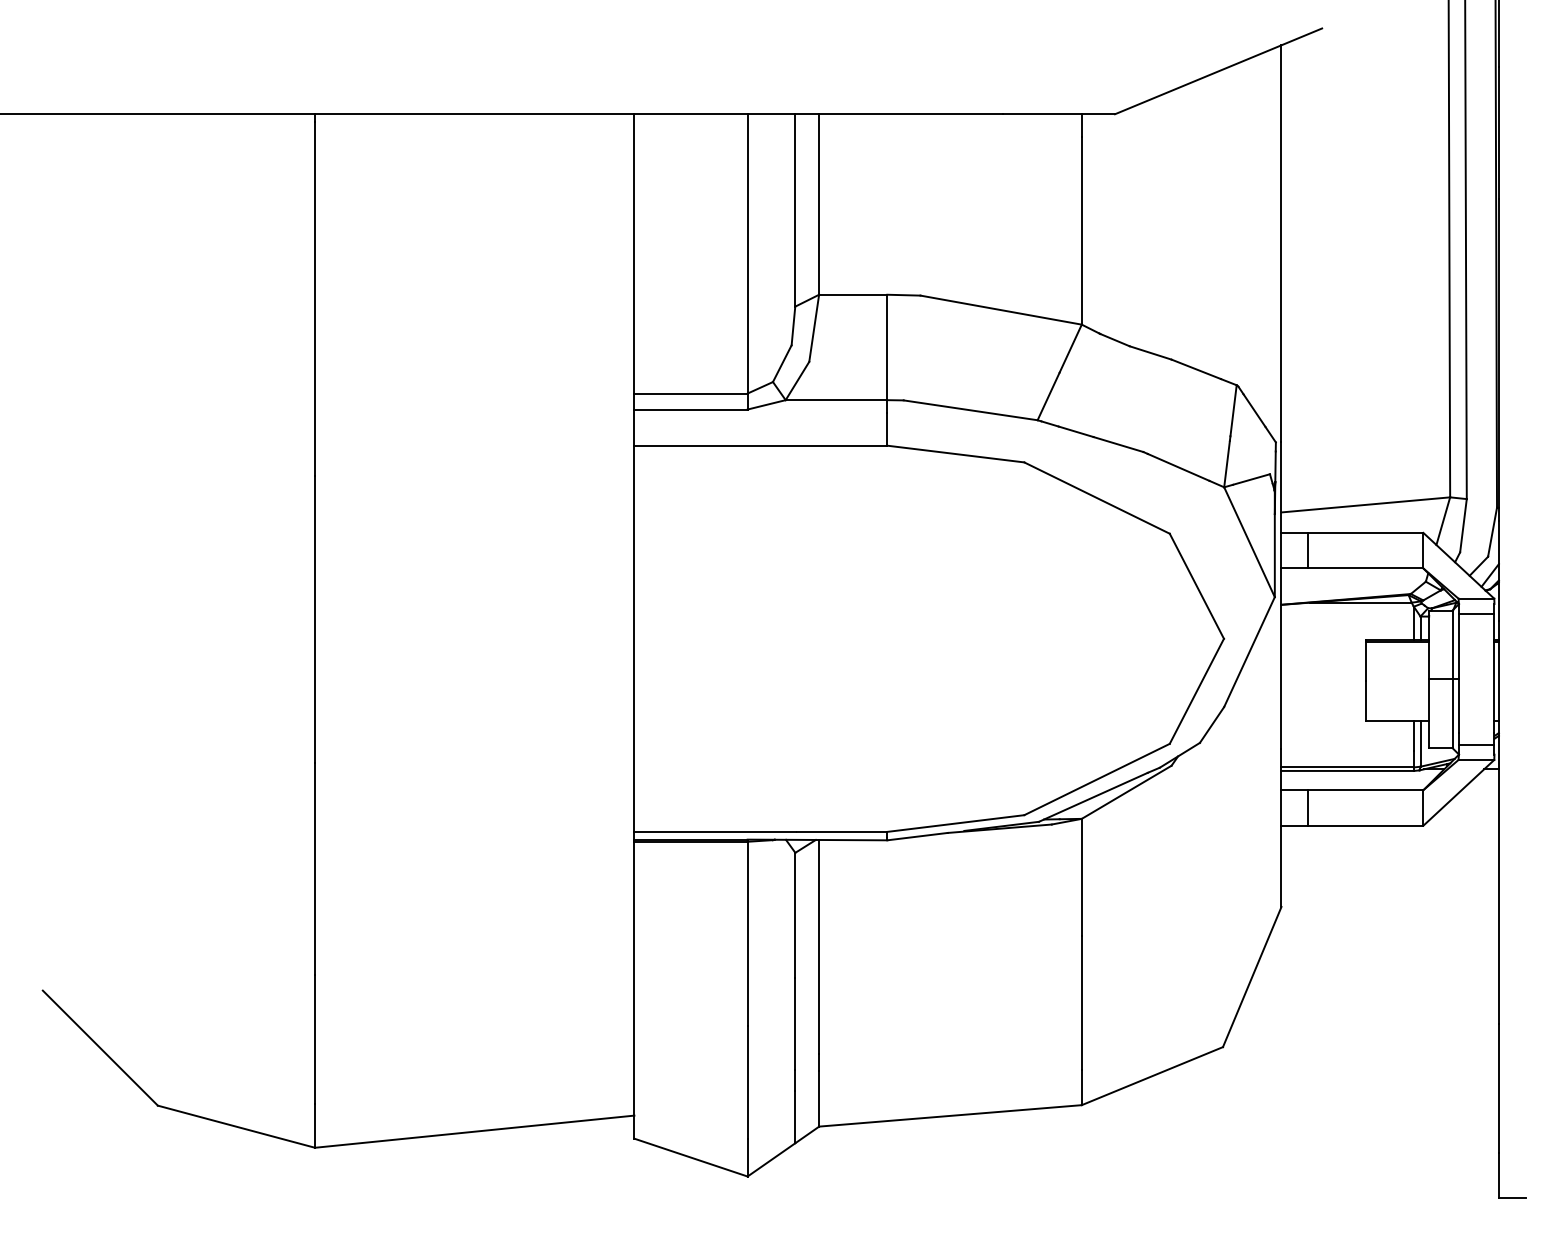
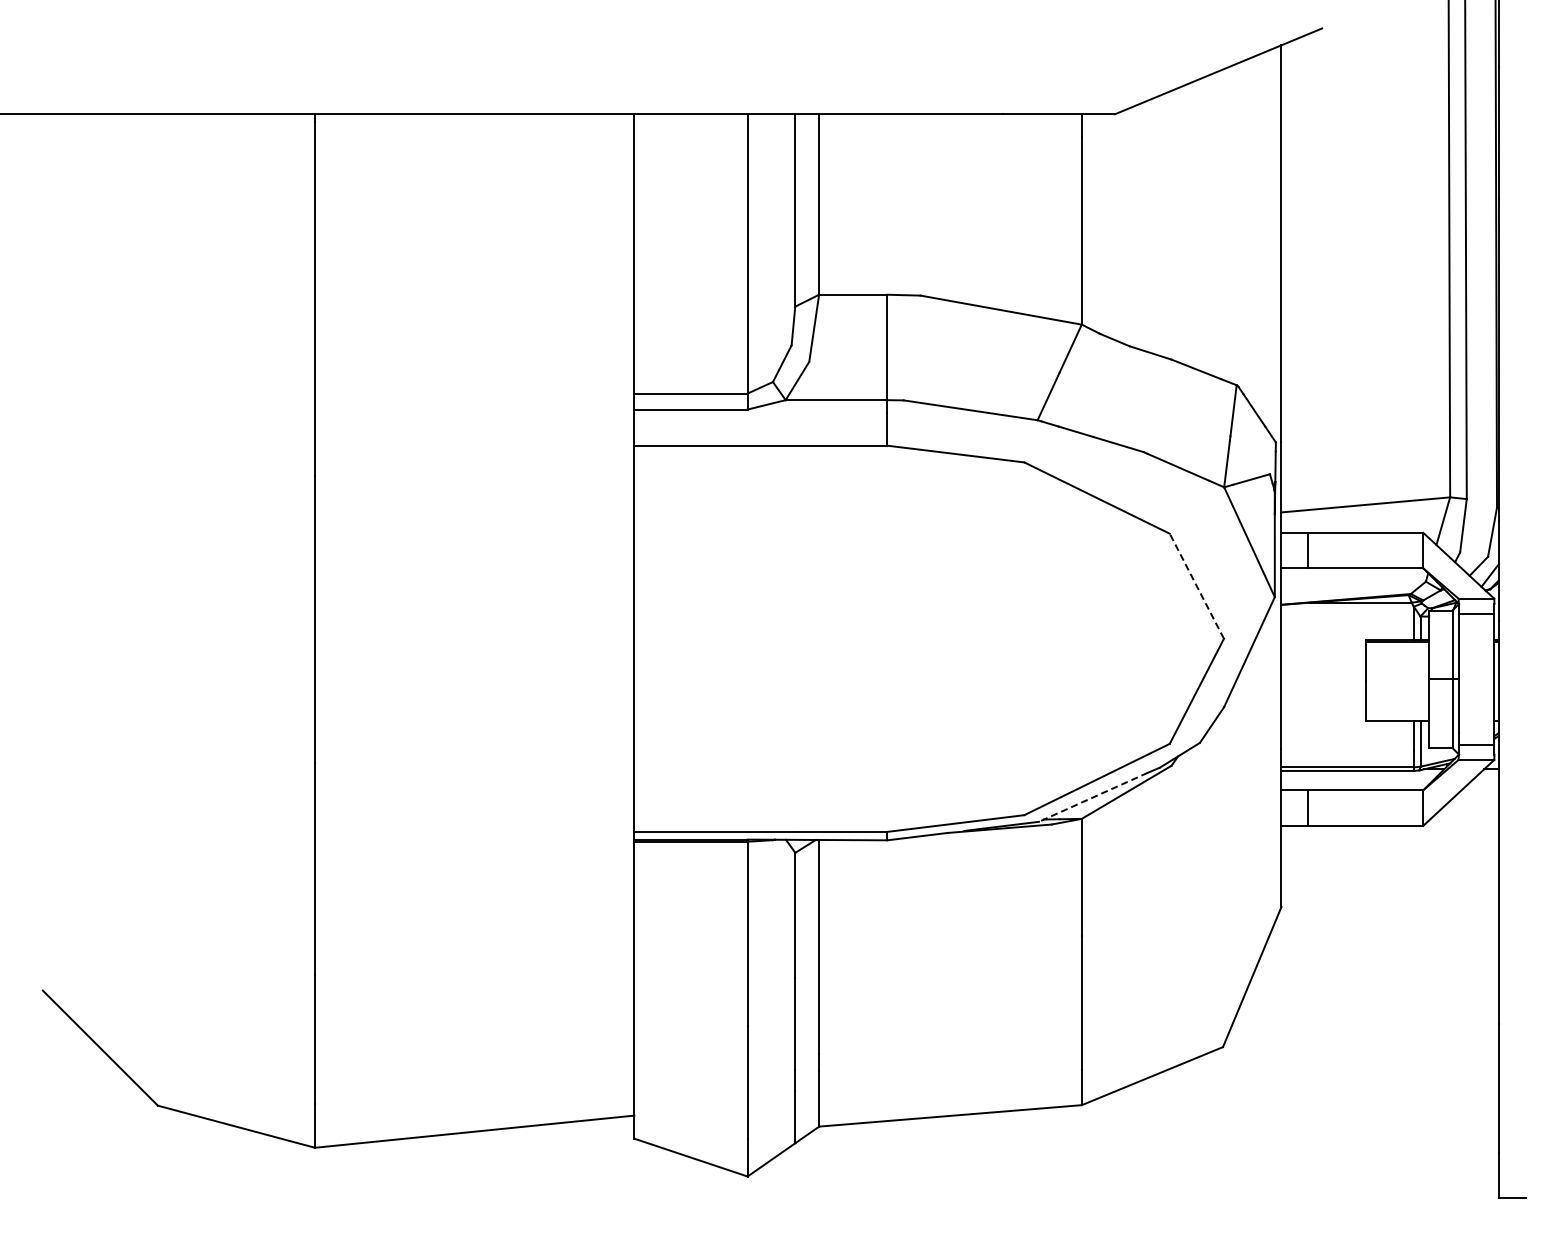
line at (1196, 585): solid -> dashed
line at (1093, 797): solid -> dashed
